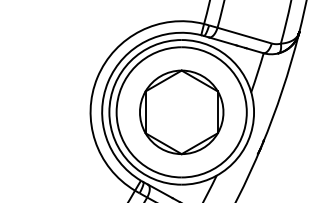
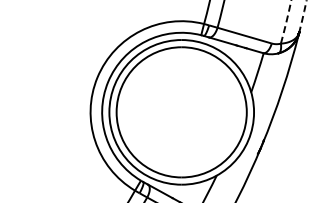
arc at (303, 16): solid -> dashed
arc at (286, 22): solid -> dashed
part at (181, 112): present -> none
